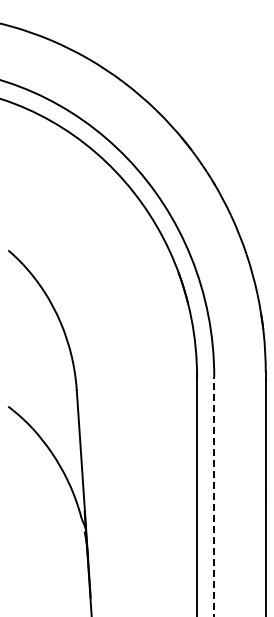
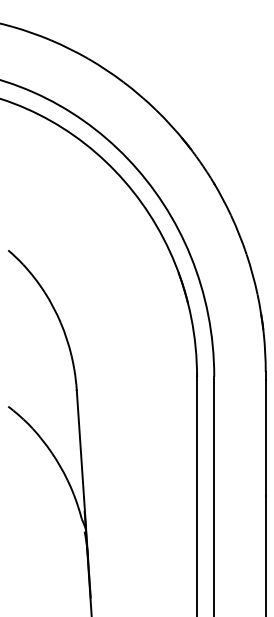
line at (214, 496): dashed -> solid
